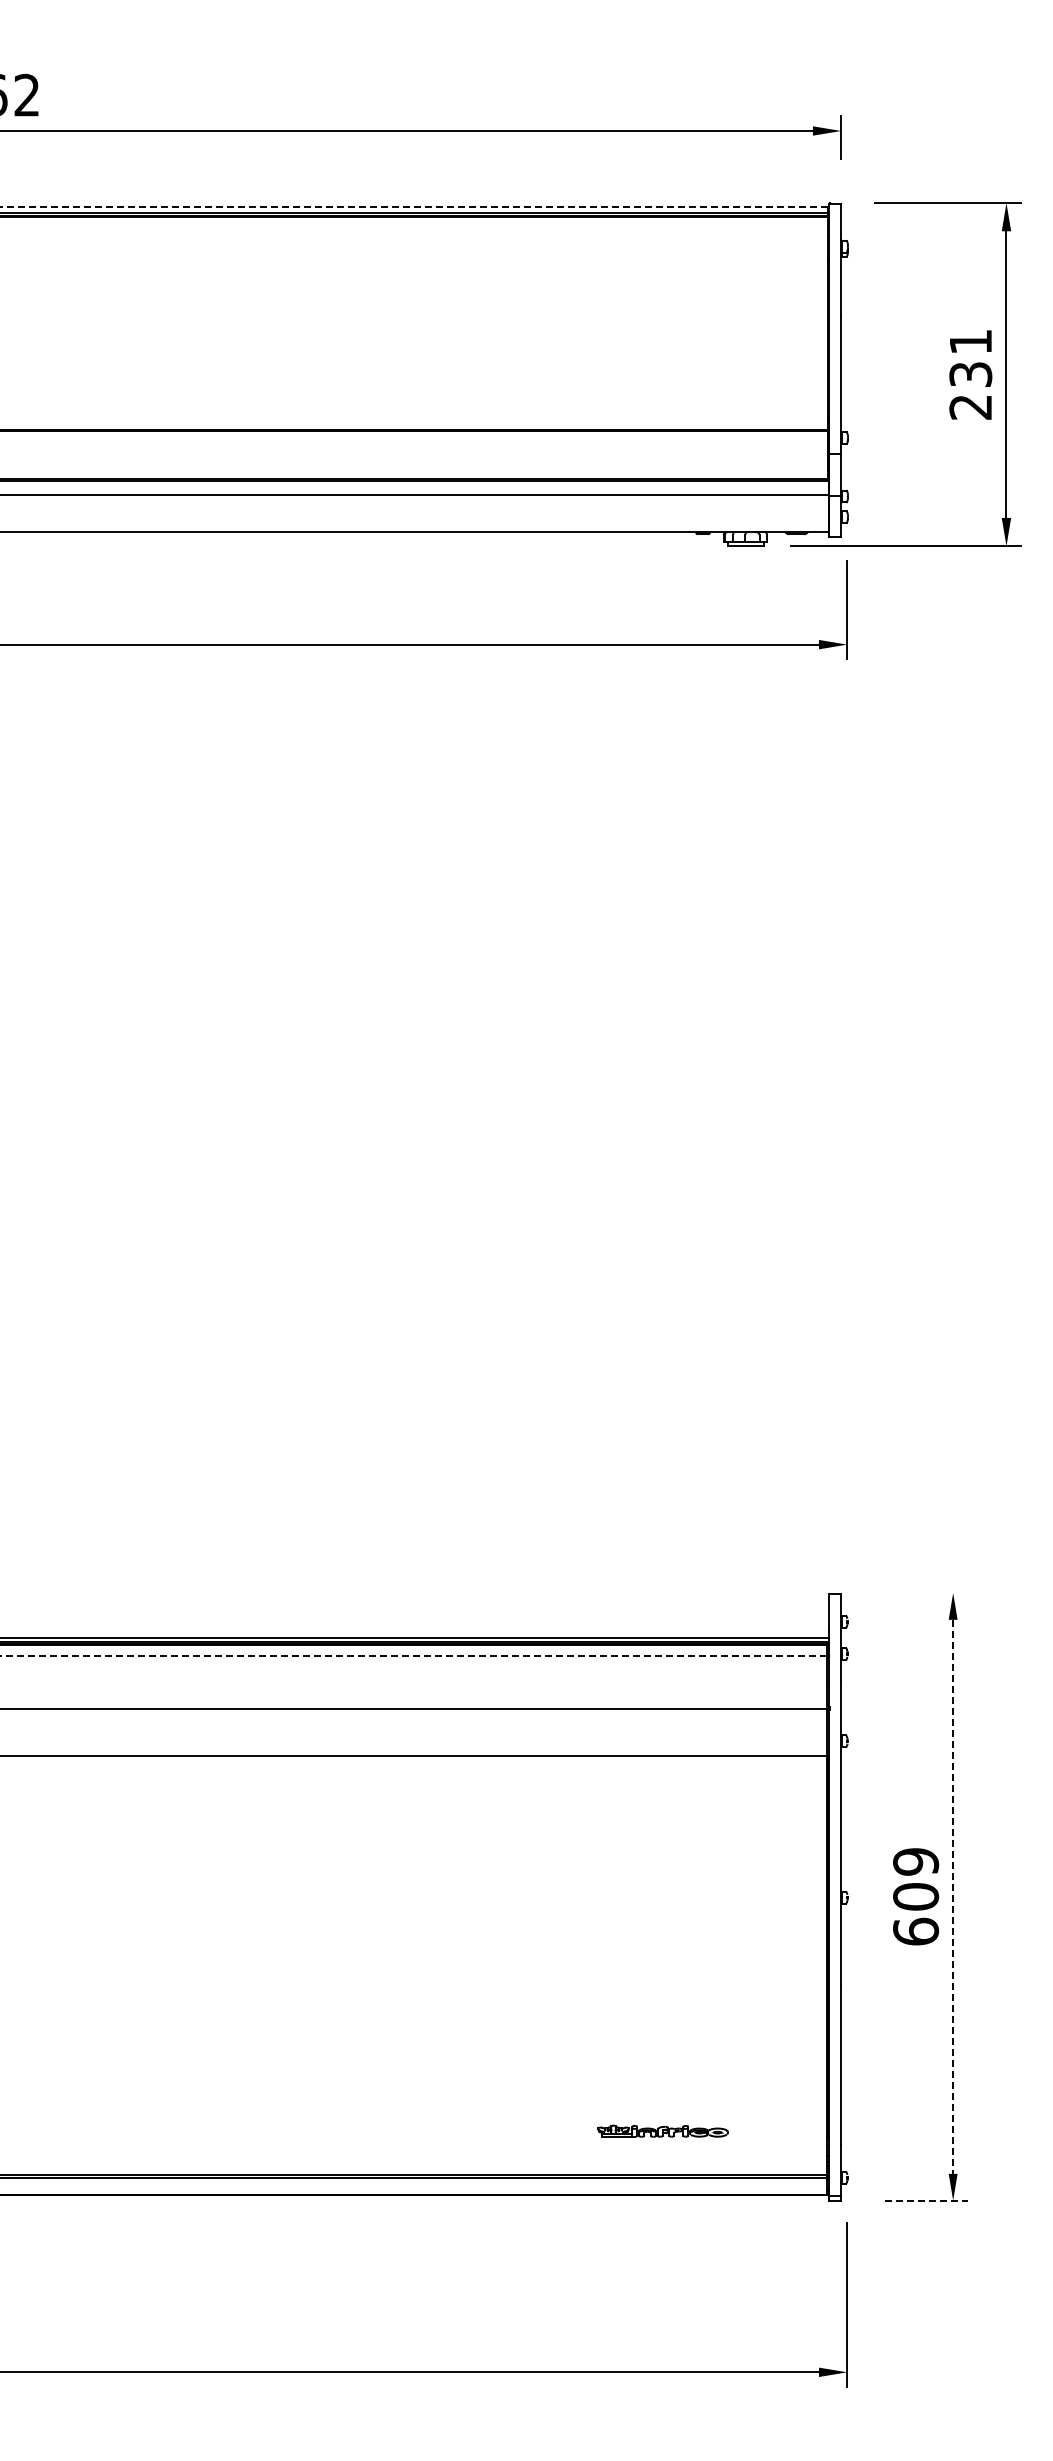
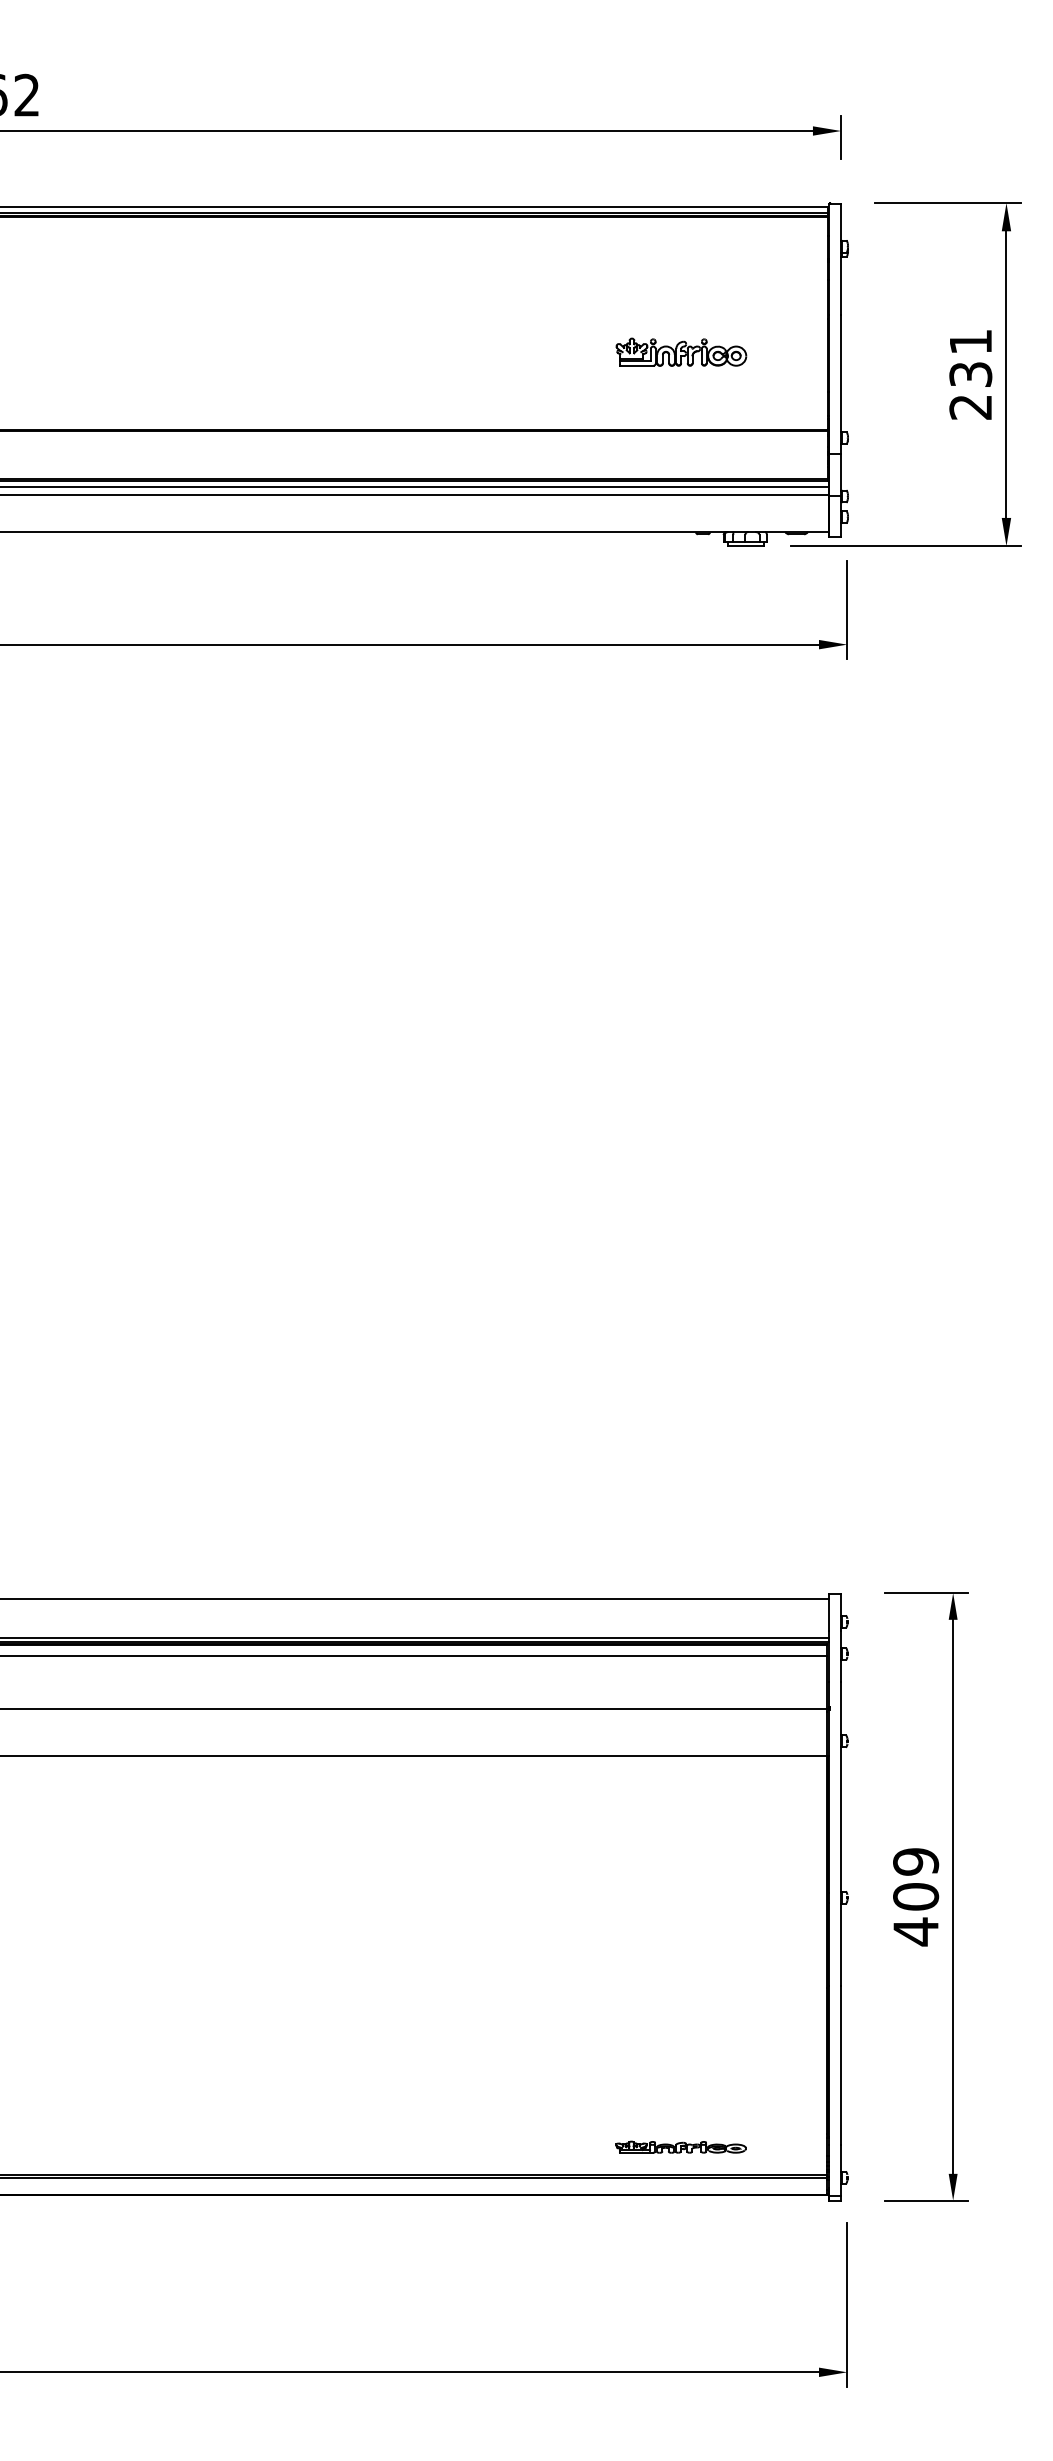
line at (413, 206): dashed -> solid
part at (681, 351): none -> present
line at (415, 486): none -> present
line at (926, 1593): none -> present
line at (415, 1599): none -> present
line at (413, 1655): dashed -> solid
line at (953, 1897): dashed -> solid
text at (916, 1931): 609 -> 409
part at (662, 2130) position: (662, 2130) -> (680, 2146)
line at (927, 2200): dashed -> solid
